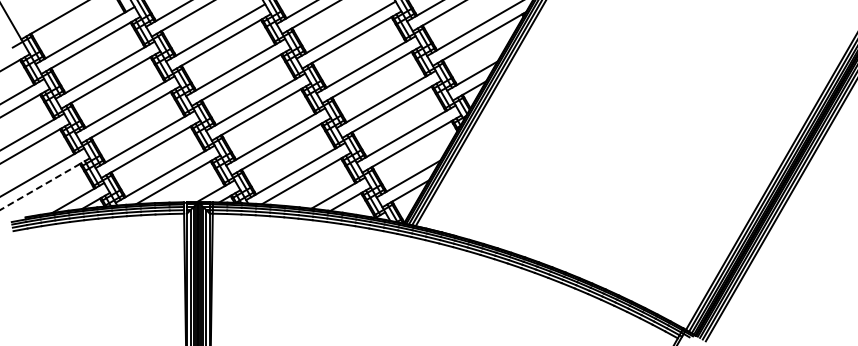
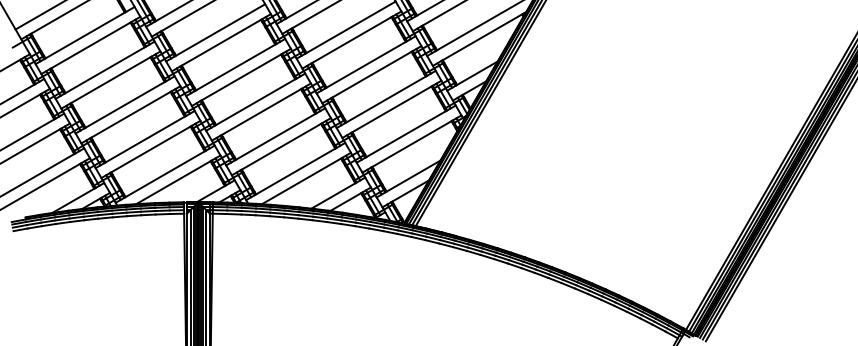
line at (38, 15): none -> present
line at (45, 184): dashed -> solid
